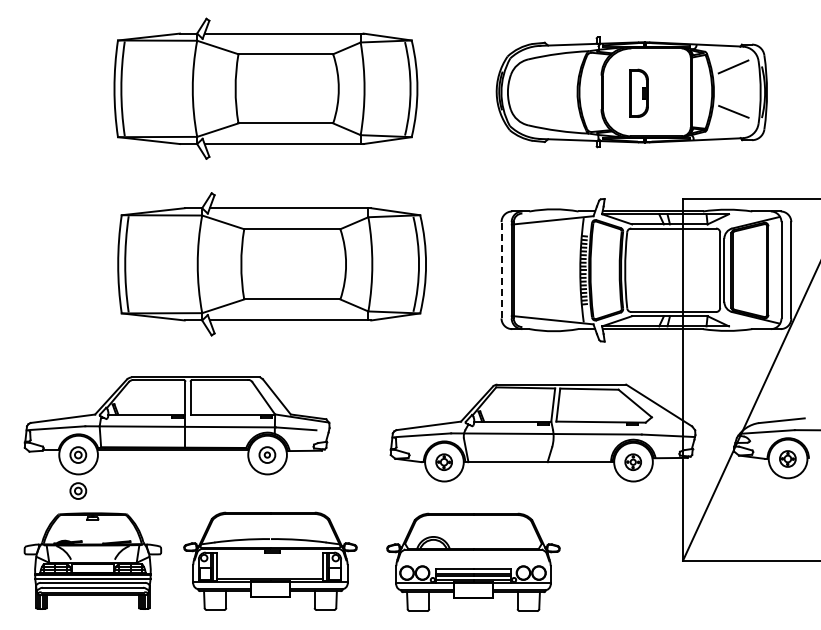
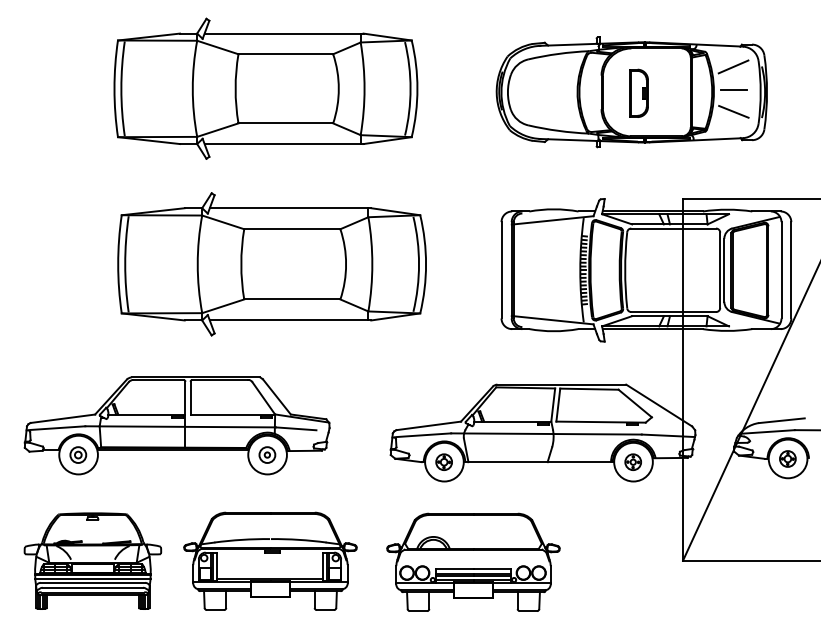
line at (733, 89): none -> present
line at (501, 269): dashed -> solid
part at (78, 490): present -> none
